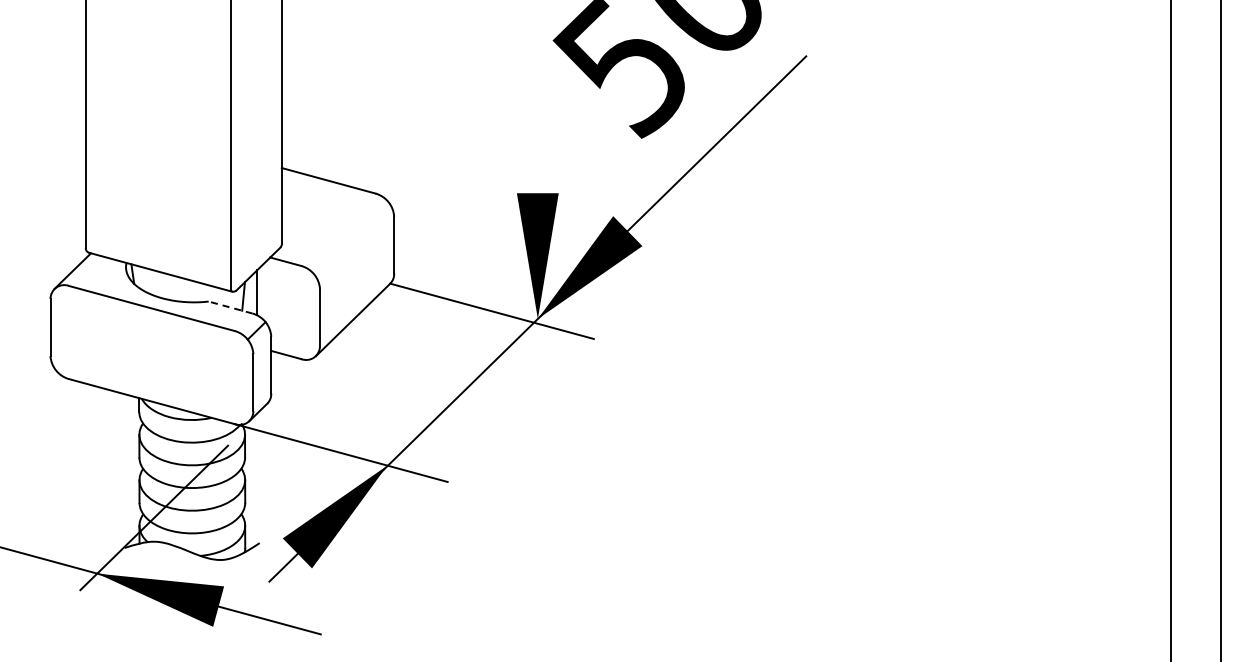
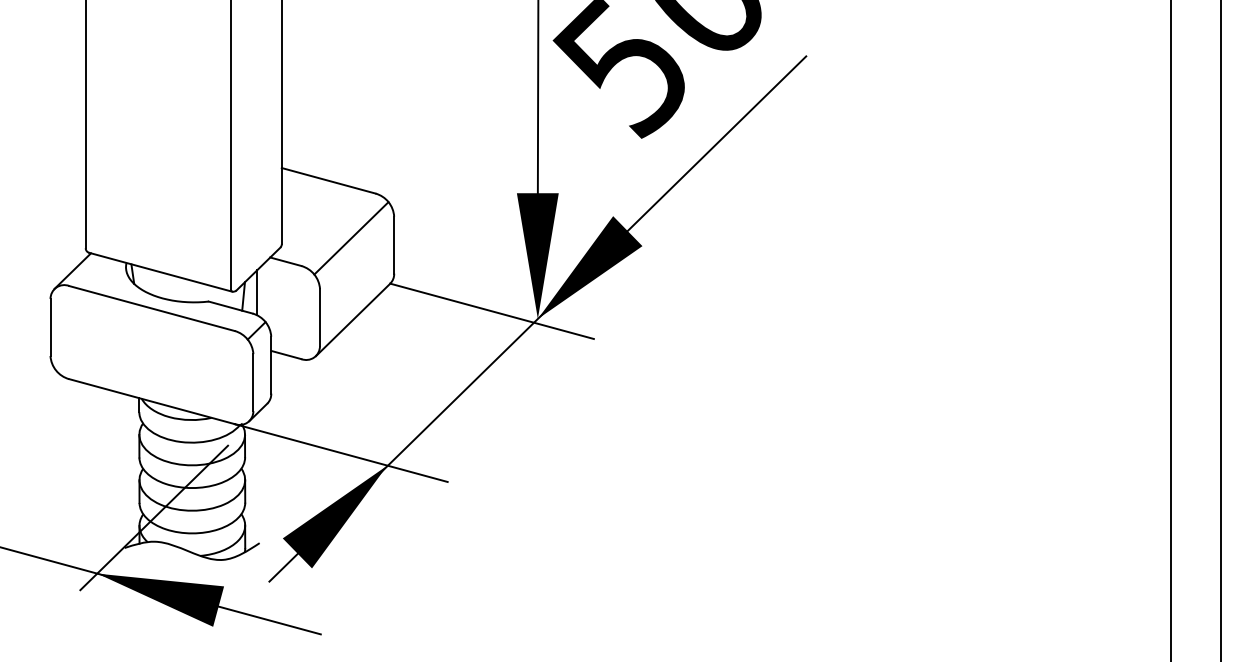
line at (537, 97): none -> present
line at (351, 238): none -> present
line at (230, 307): dashed -> solid
